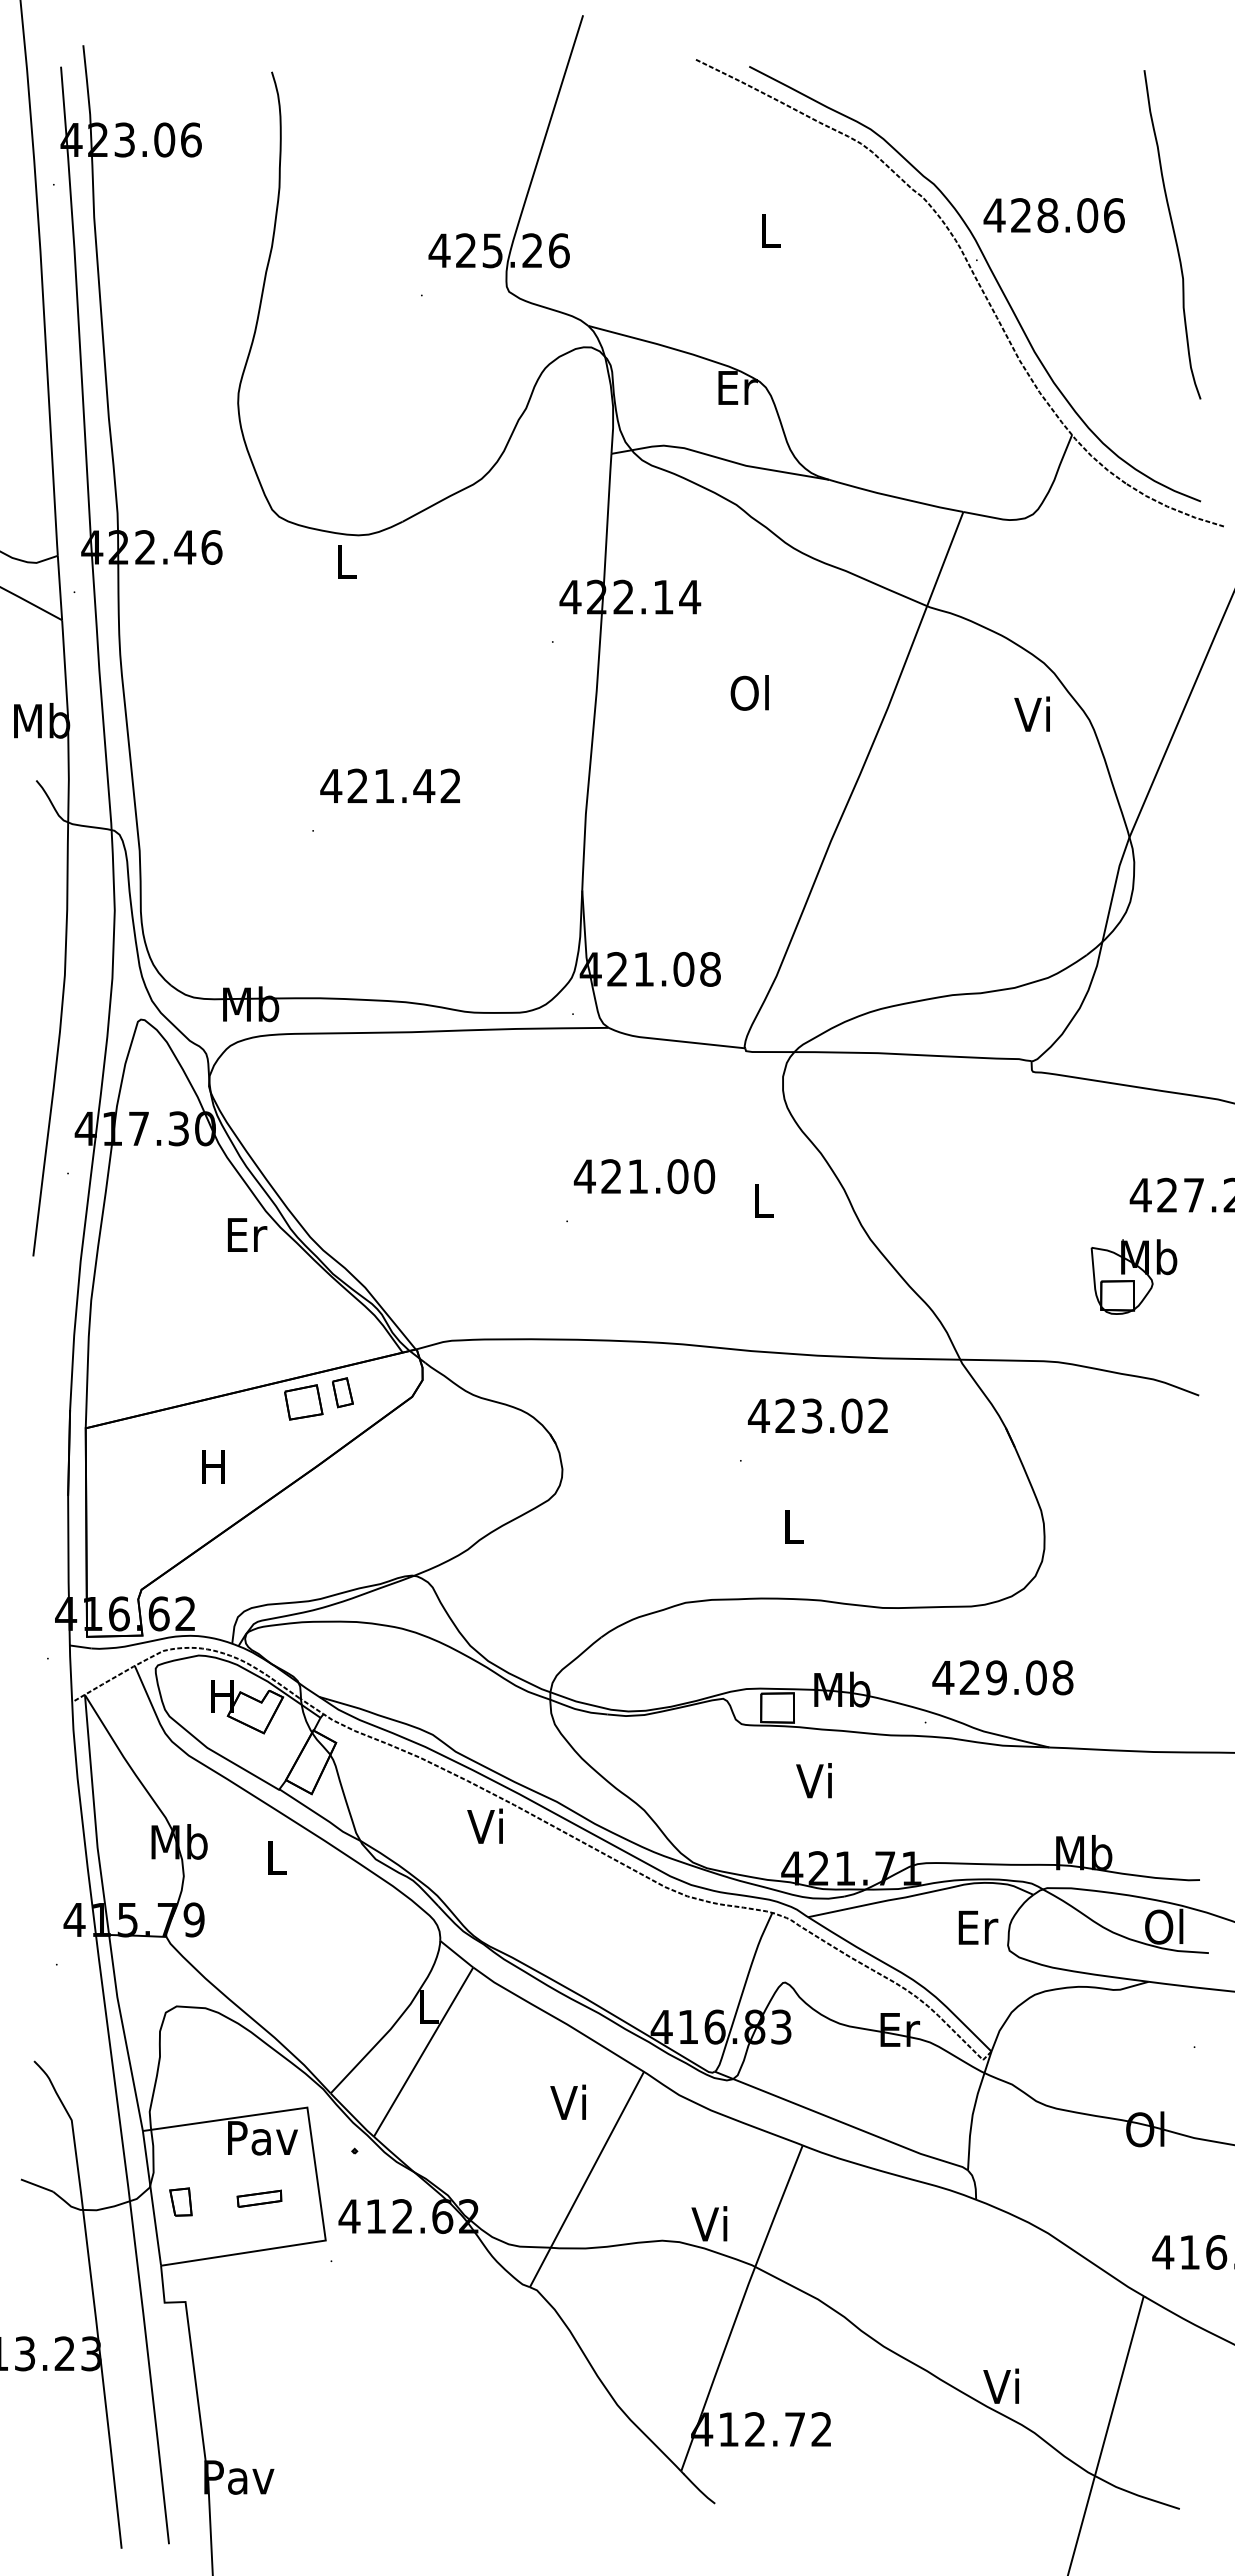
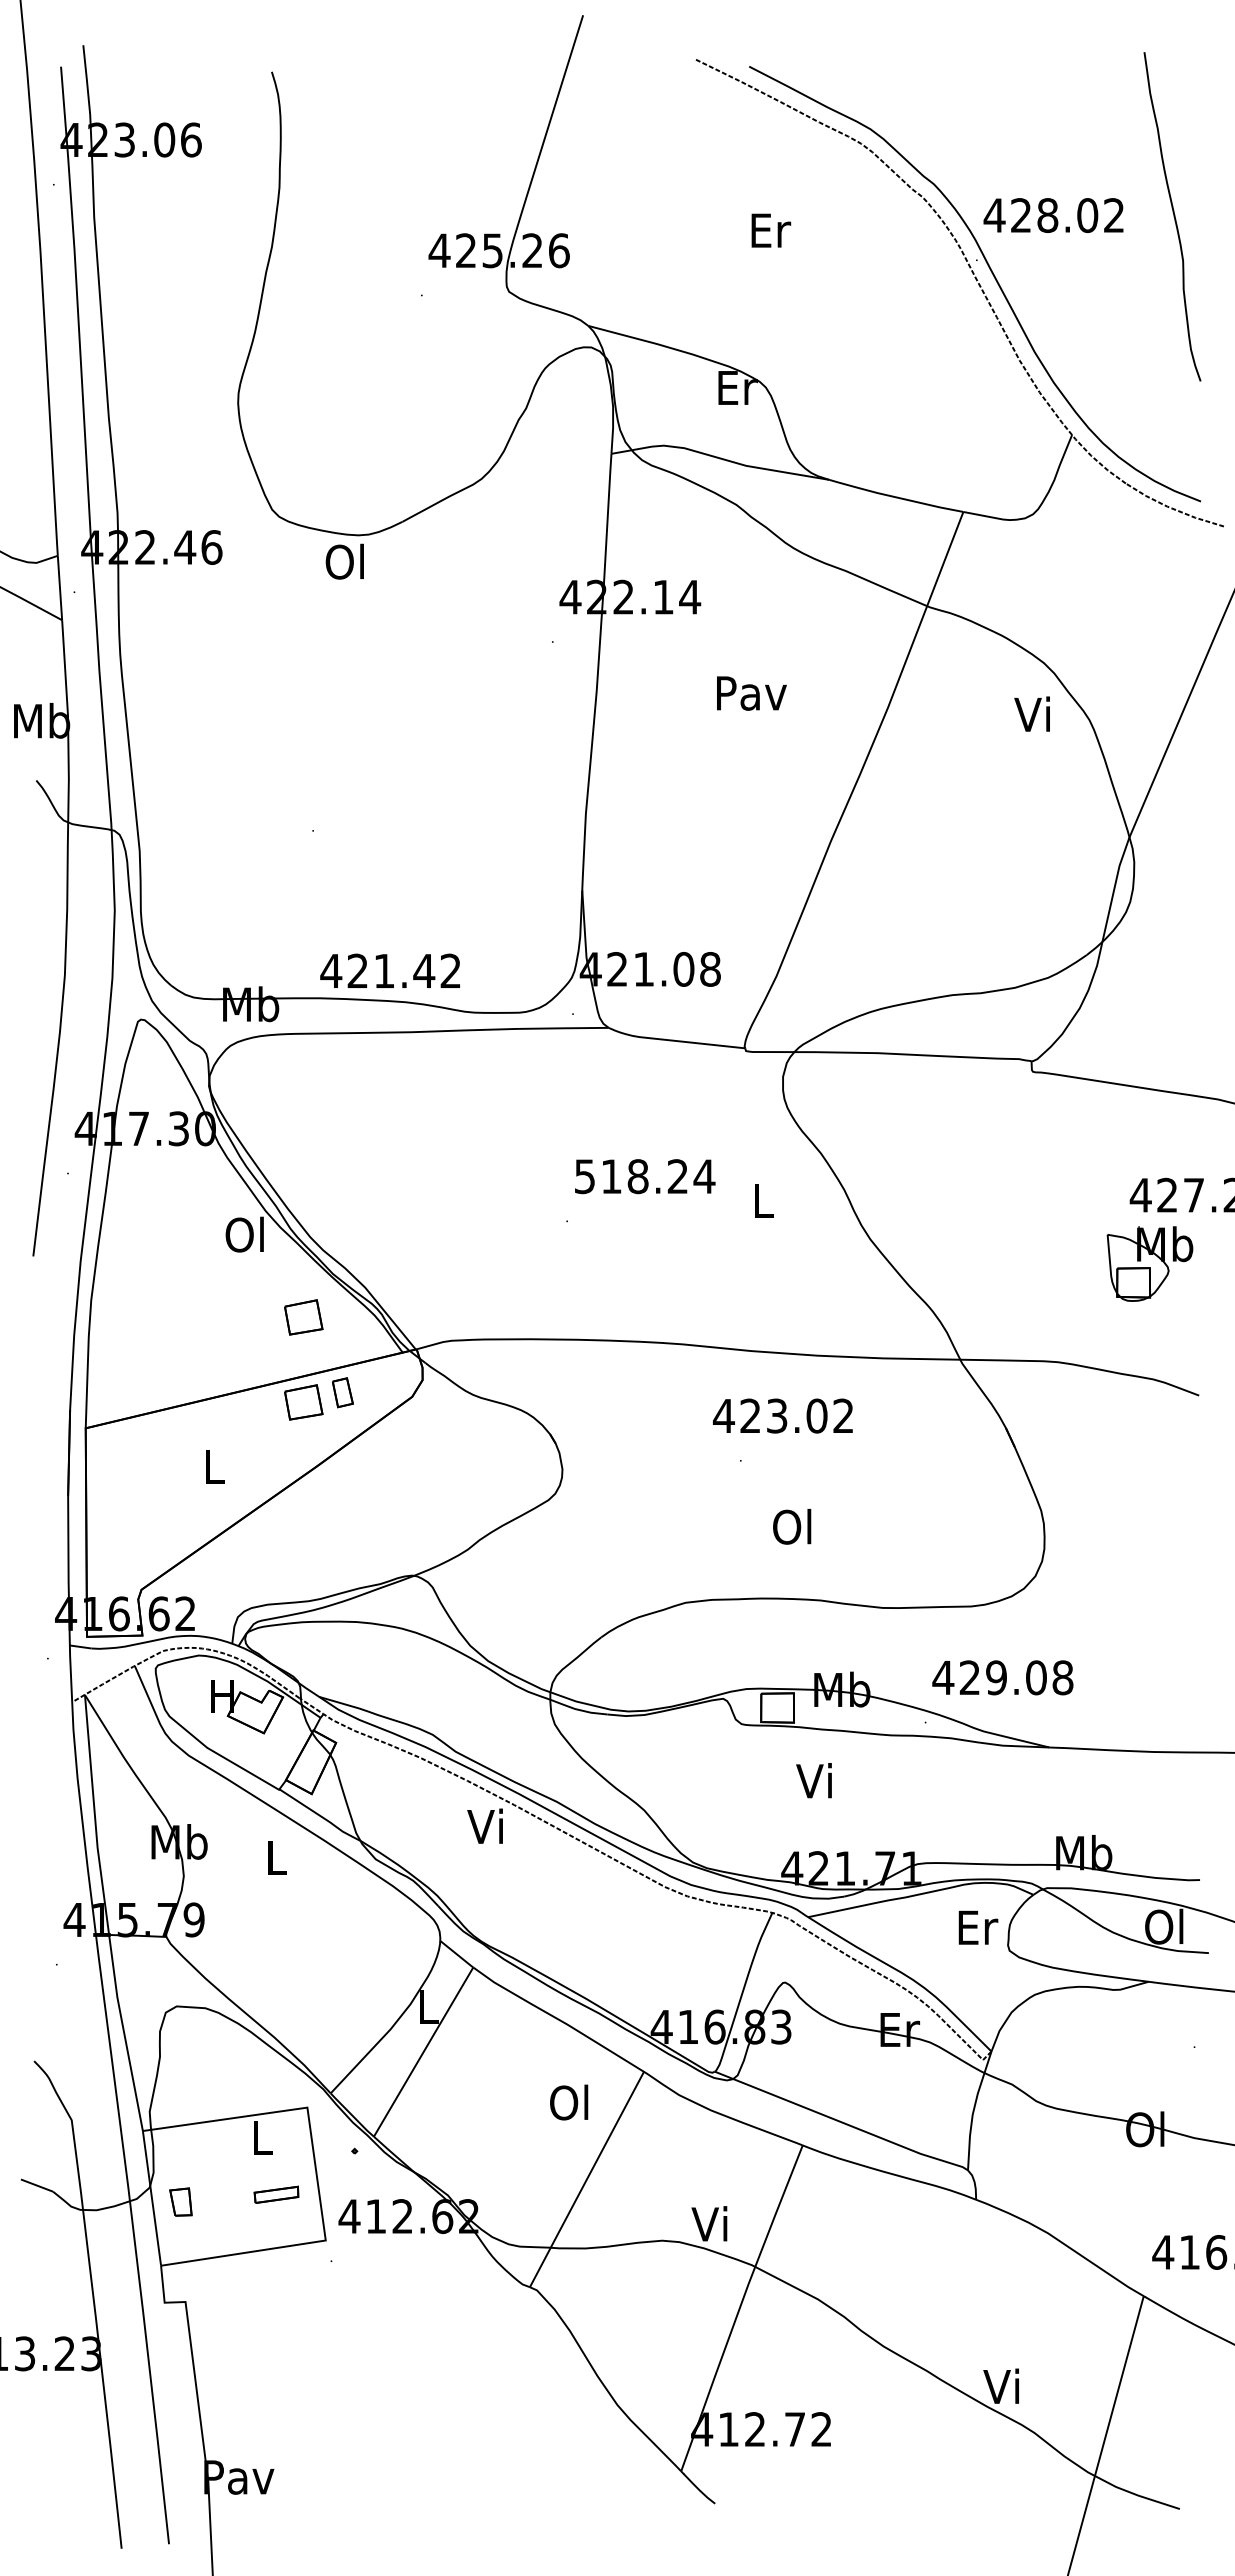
text at (1114, 215): 428.06 -> 428.02
text at (771, 230): L -> Er
curve at (1173, 234) position: (1173, 234) -> (1173, 216)
text at (344, 561): L -> Ol
text at (751, 692): Ol -> Pav
text at (389, 785) position: (389, 785) -> (389, 970)
text at (644, 1176): 421.00 -> 518.24
text at (246, 1234): Er -> Ol
part at (1133, 1276) position: (1133, 1276) -> (1149, 1263)
part at (303, 1317): none -> present
text at (817, 1415) position: (817, 1415) -> (782, 1415)
text at (213, 1466): H -> L
text at (792, 1526): L -> Ol
text at (569, 2102): Vi -> Ol
text at (262, 2138): Pav -> L
part at (259, 2198) position: (259, 2198) -> (276, 2194)
